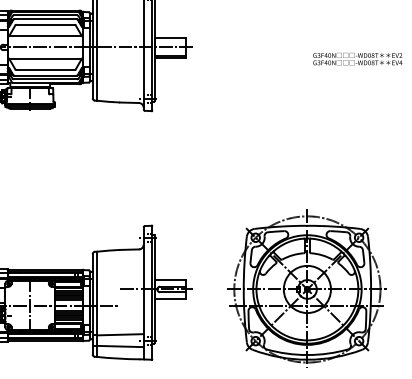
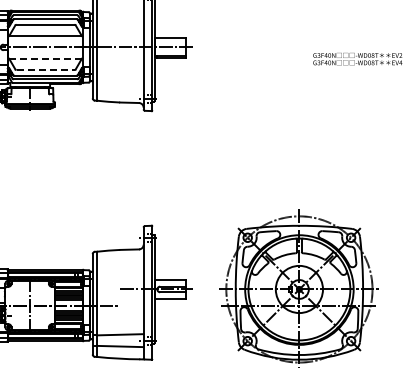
line at (46, 58): solid -> dashed
line at (46, 70): solid -> dashed
part at (306, 288) position: (306, 288) -> (298, 288)
